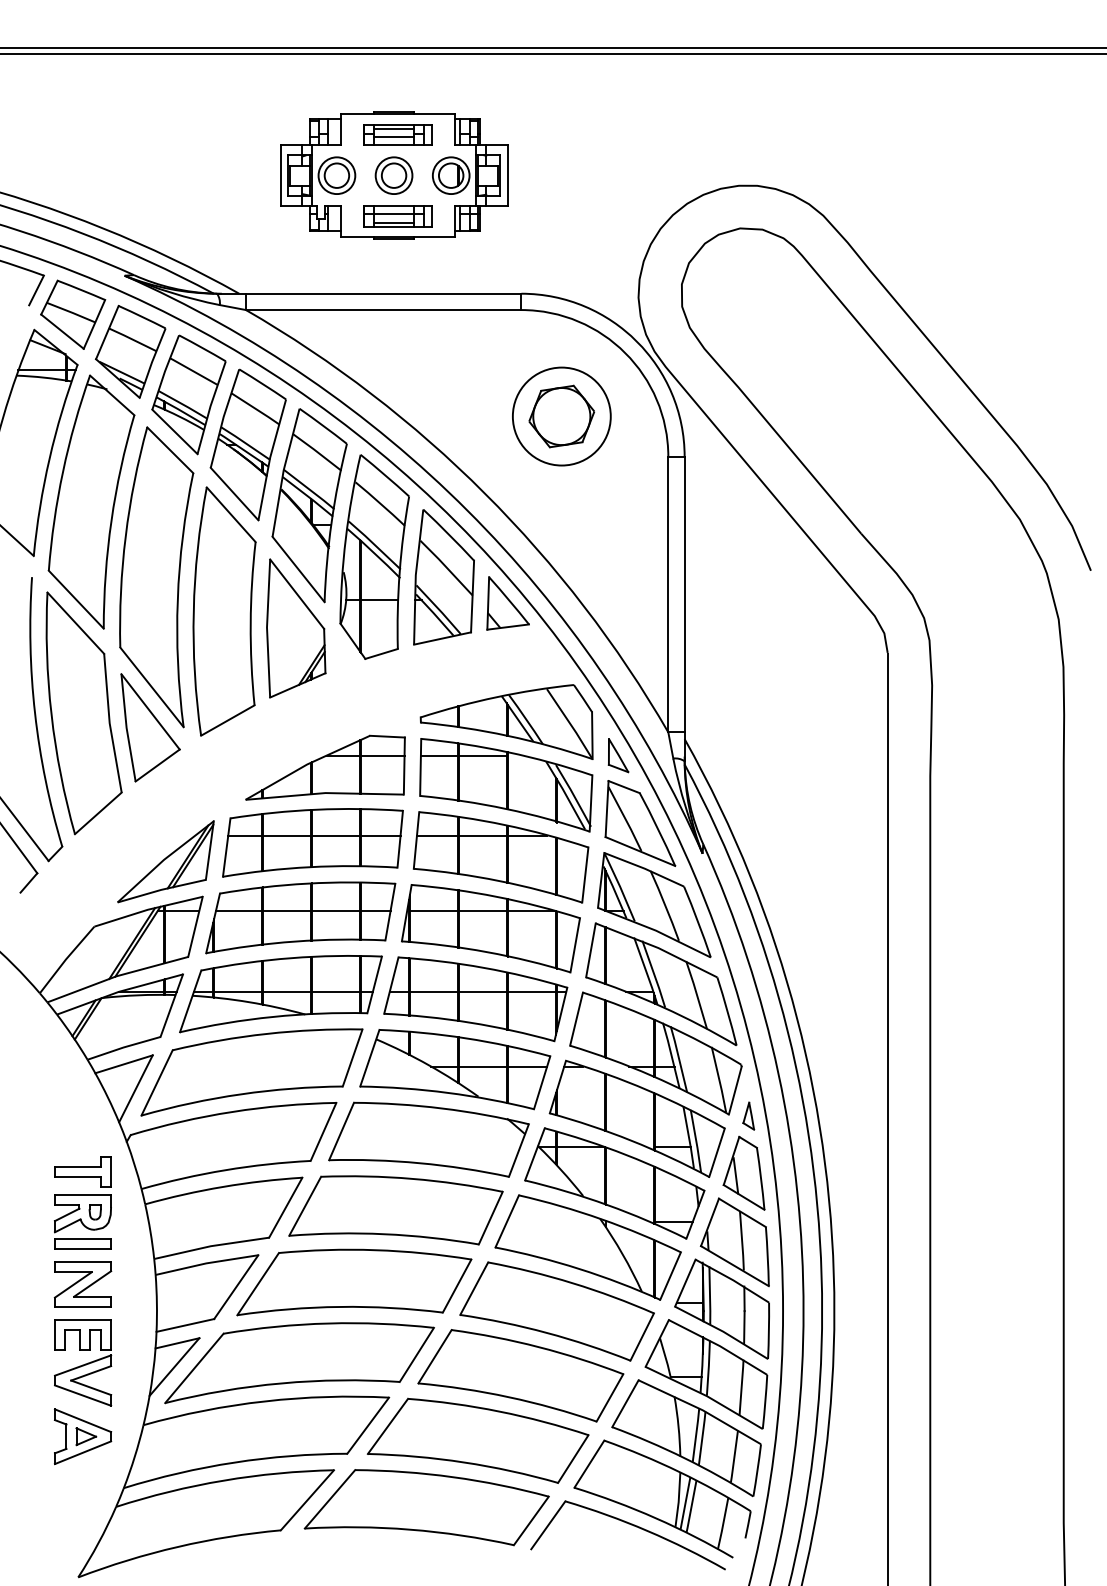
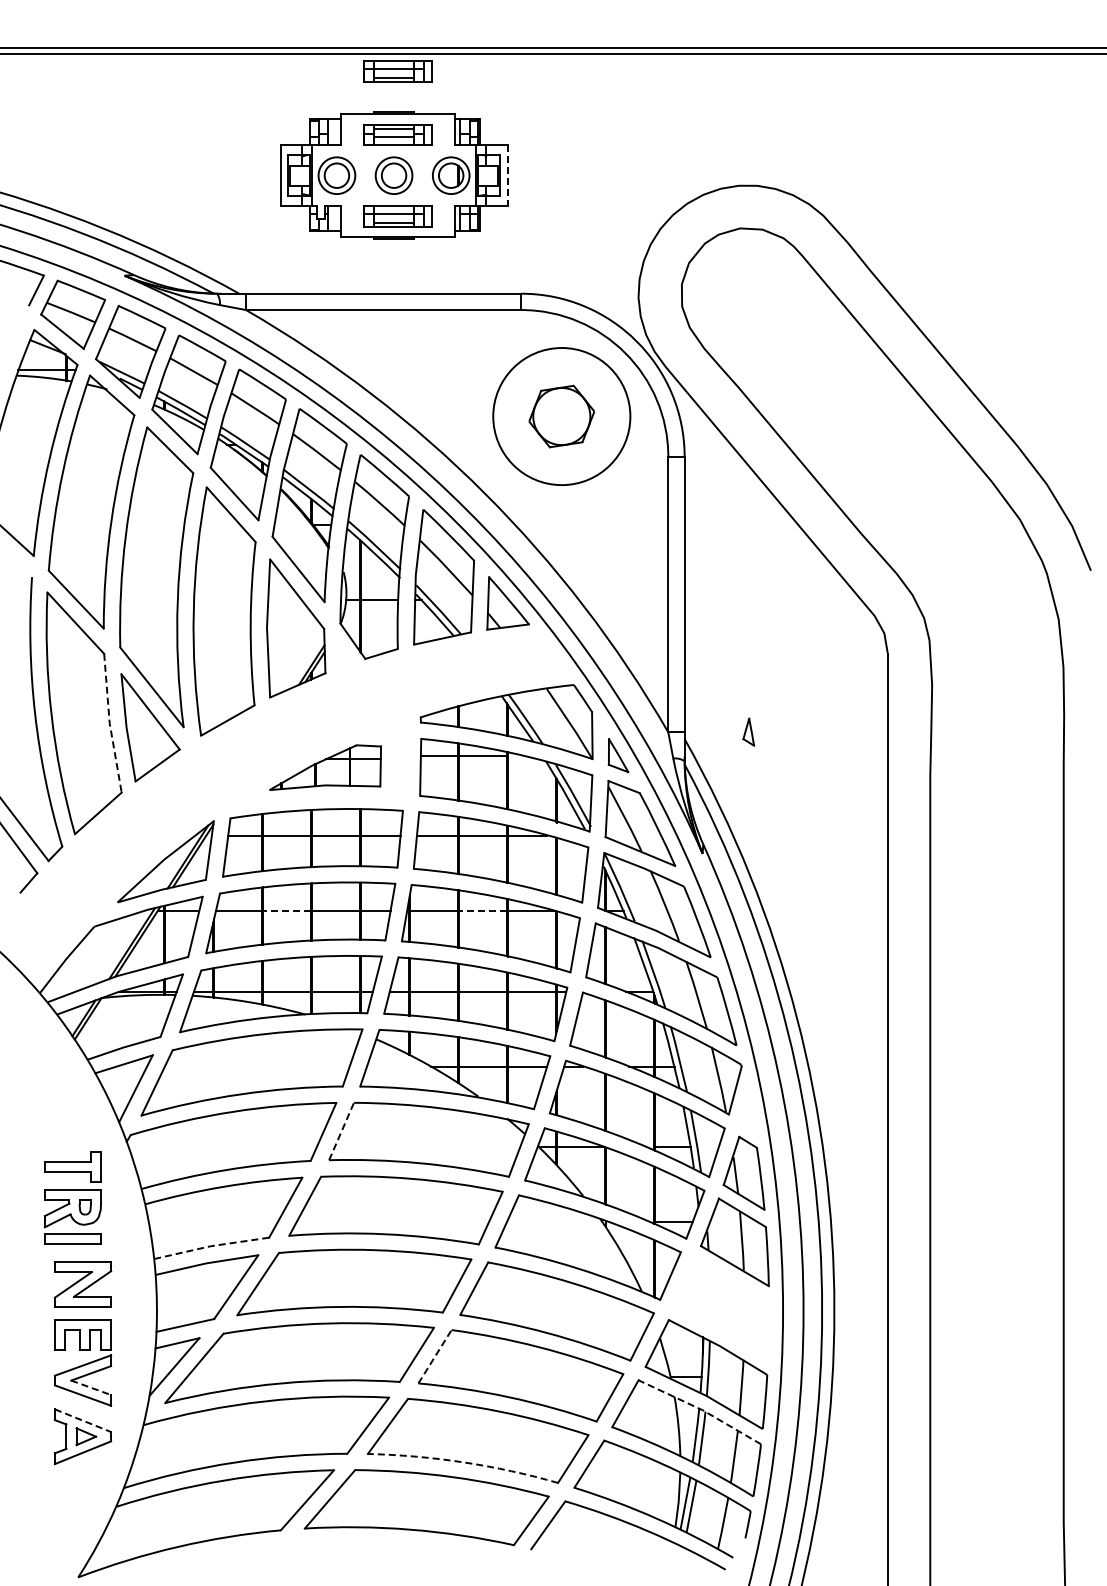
part at (397, 71): none -> present
line at (507, 175): solid -> dashed
circle at (561, 416) diameter: 98 px -> 137 px
line at (109, 723): solid -> dashed
part at (325, 767) size: 161x67 px -> 113x47 px
line at (286, 911): solid -> dashed
line at (482, 911): solid -> dashed
part at (748, 1115) position: (748, 1115) -> (748, 731)
line at (341, 1131): solid -> dashed
part at (82, 1202) position: (82, 1202) -> (72, 1197)
line at (210, 1246): solid -> dashed
part at (721, 1308): present -> none
line at (435, 1356): solid -> dashed
line at (91, 1387): solid -> dashed
line at (701, 1409): solid -> dashed
line at (83, 1420): solid -> dashed
arc at (463, 1462): solid -> dashed
